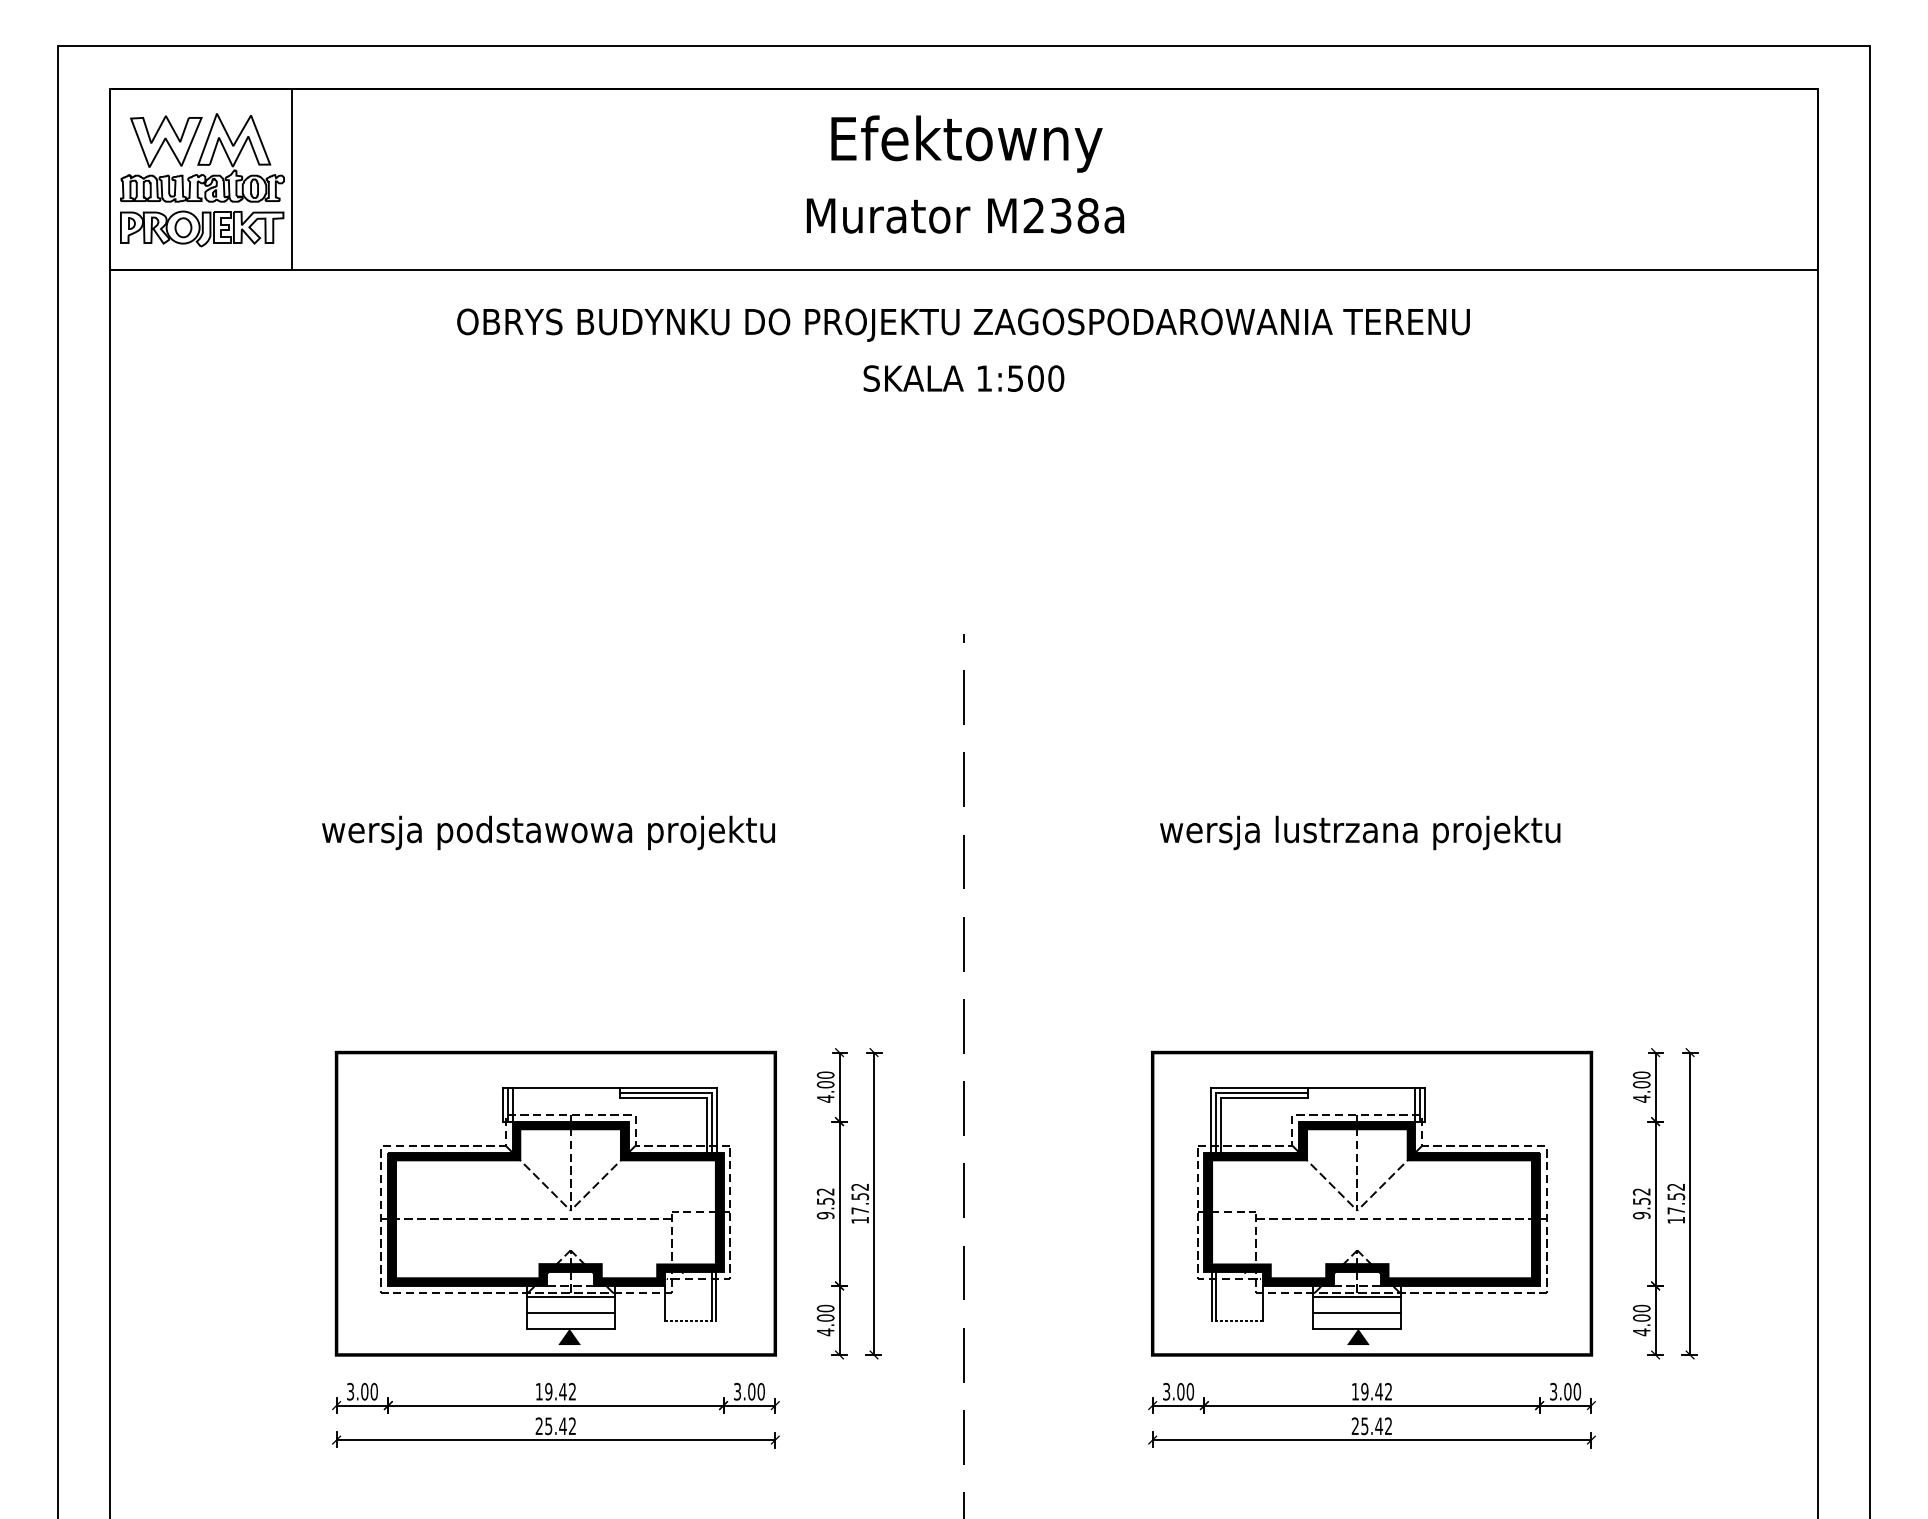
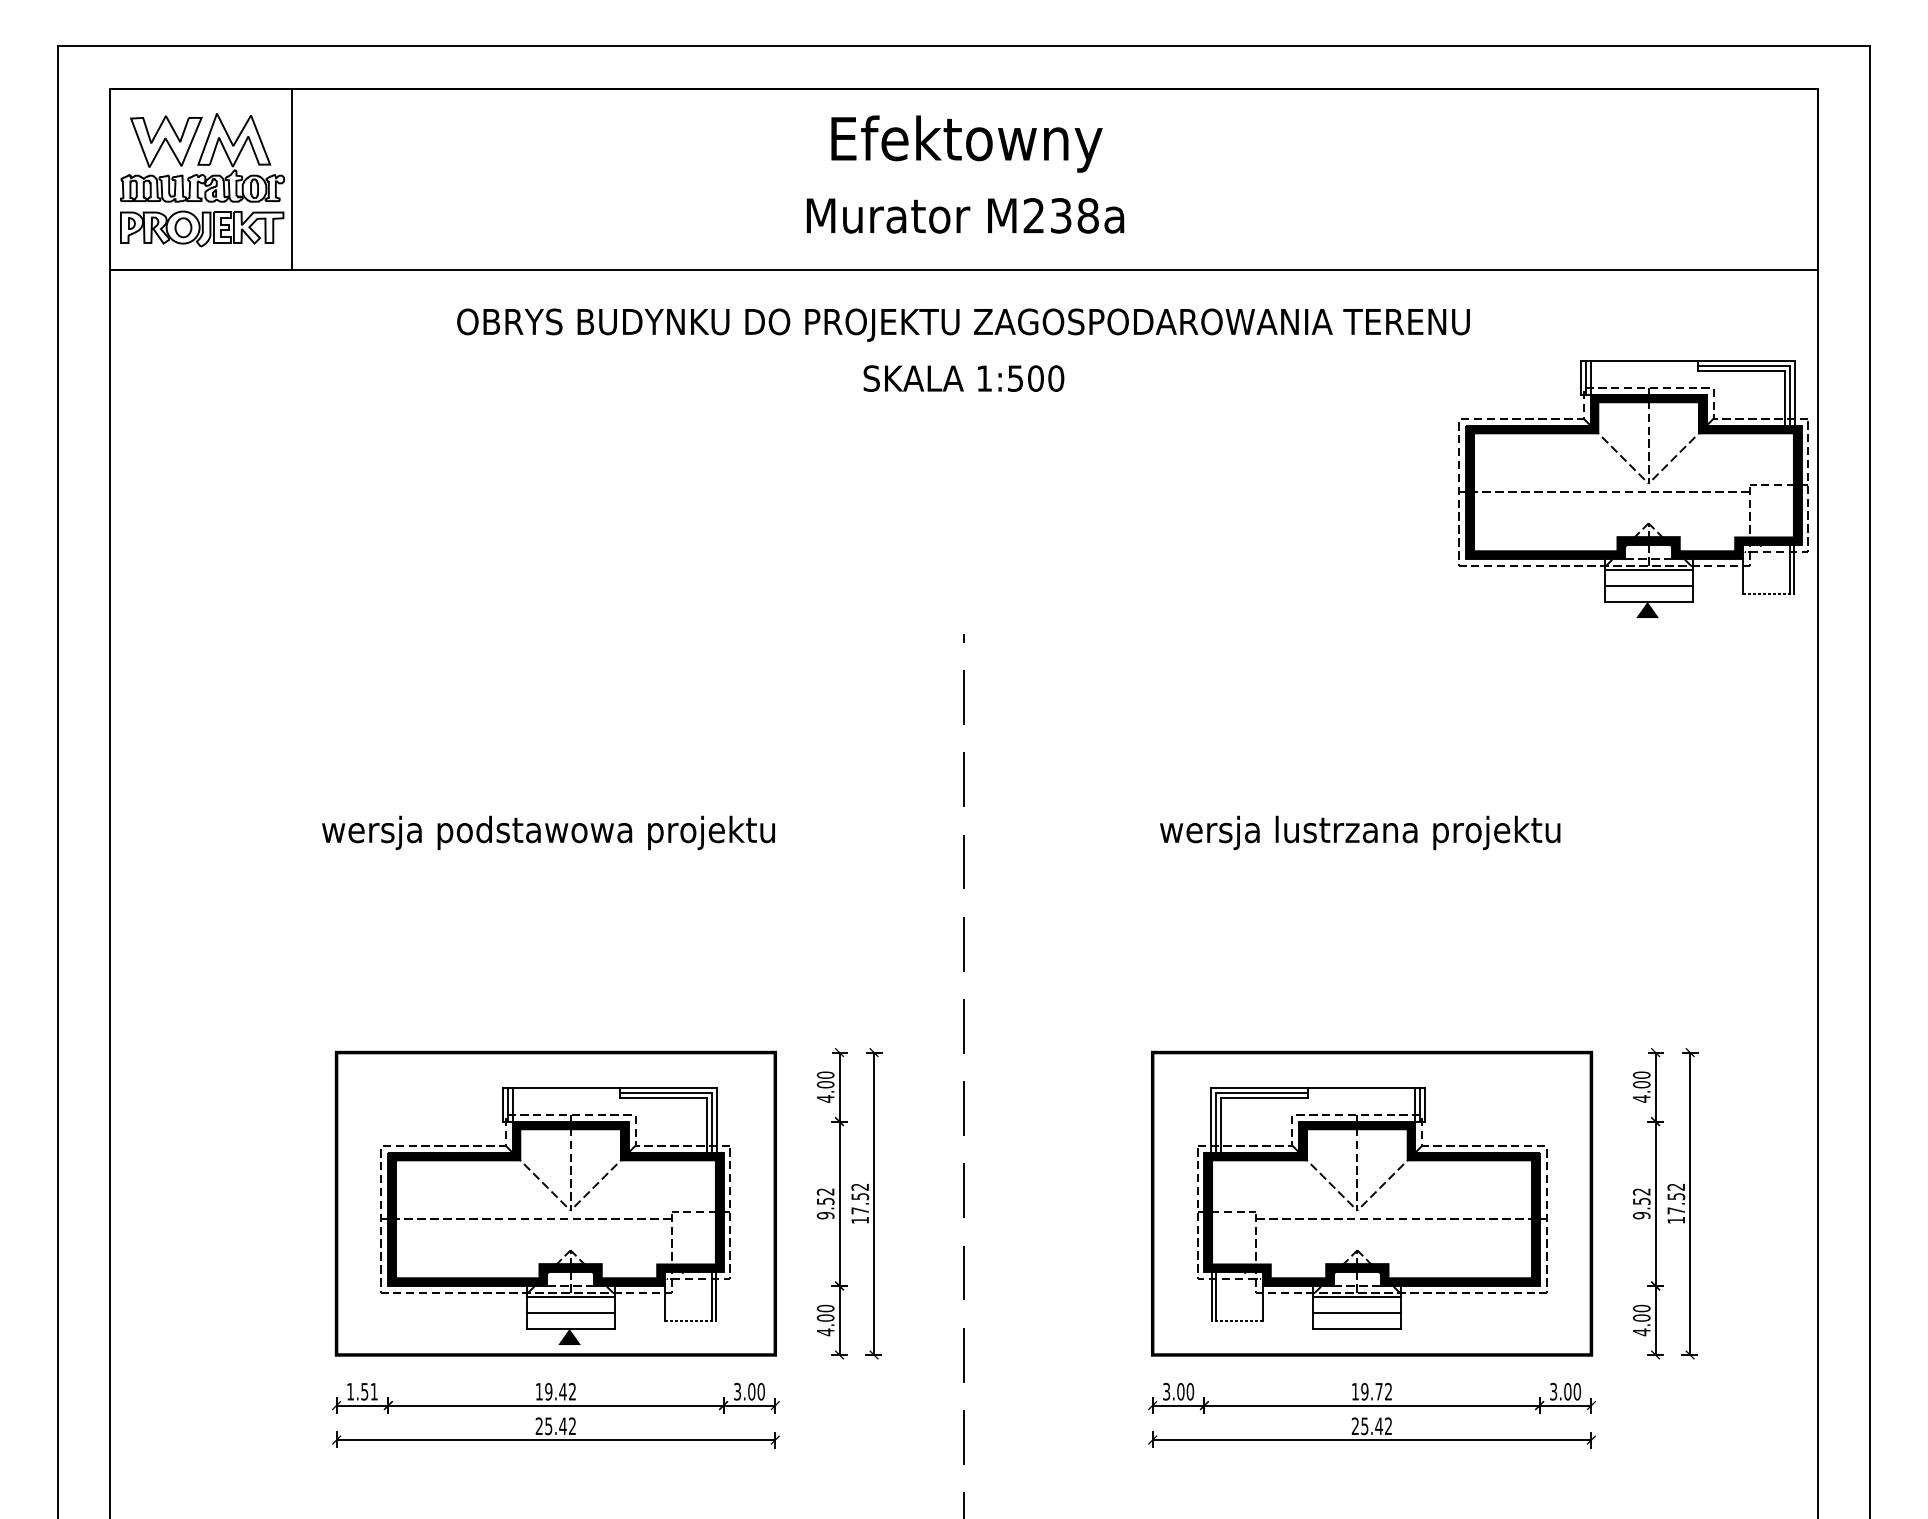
part at (1633, 488): none -> present
fill at (1358, 1336): present -> none
text at (362, 1391): 3.00 -> 1.51
text at (1378, 1391): 19.42 -> 19.72
